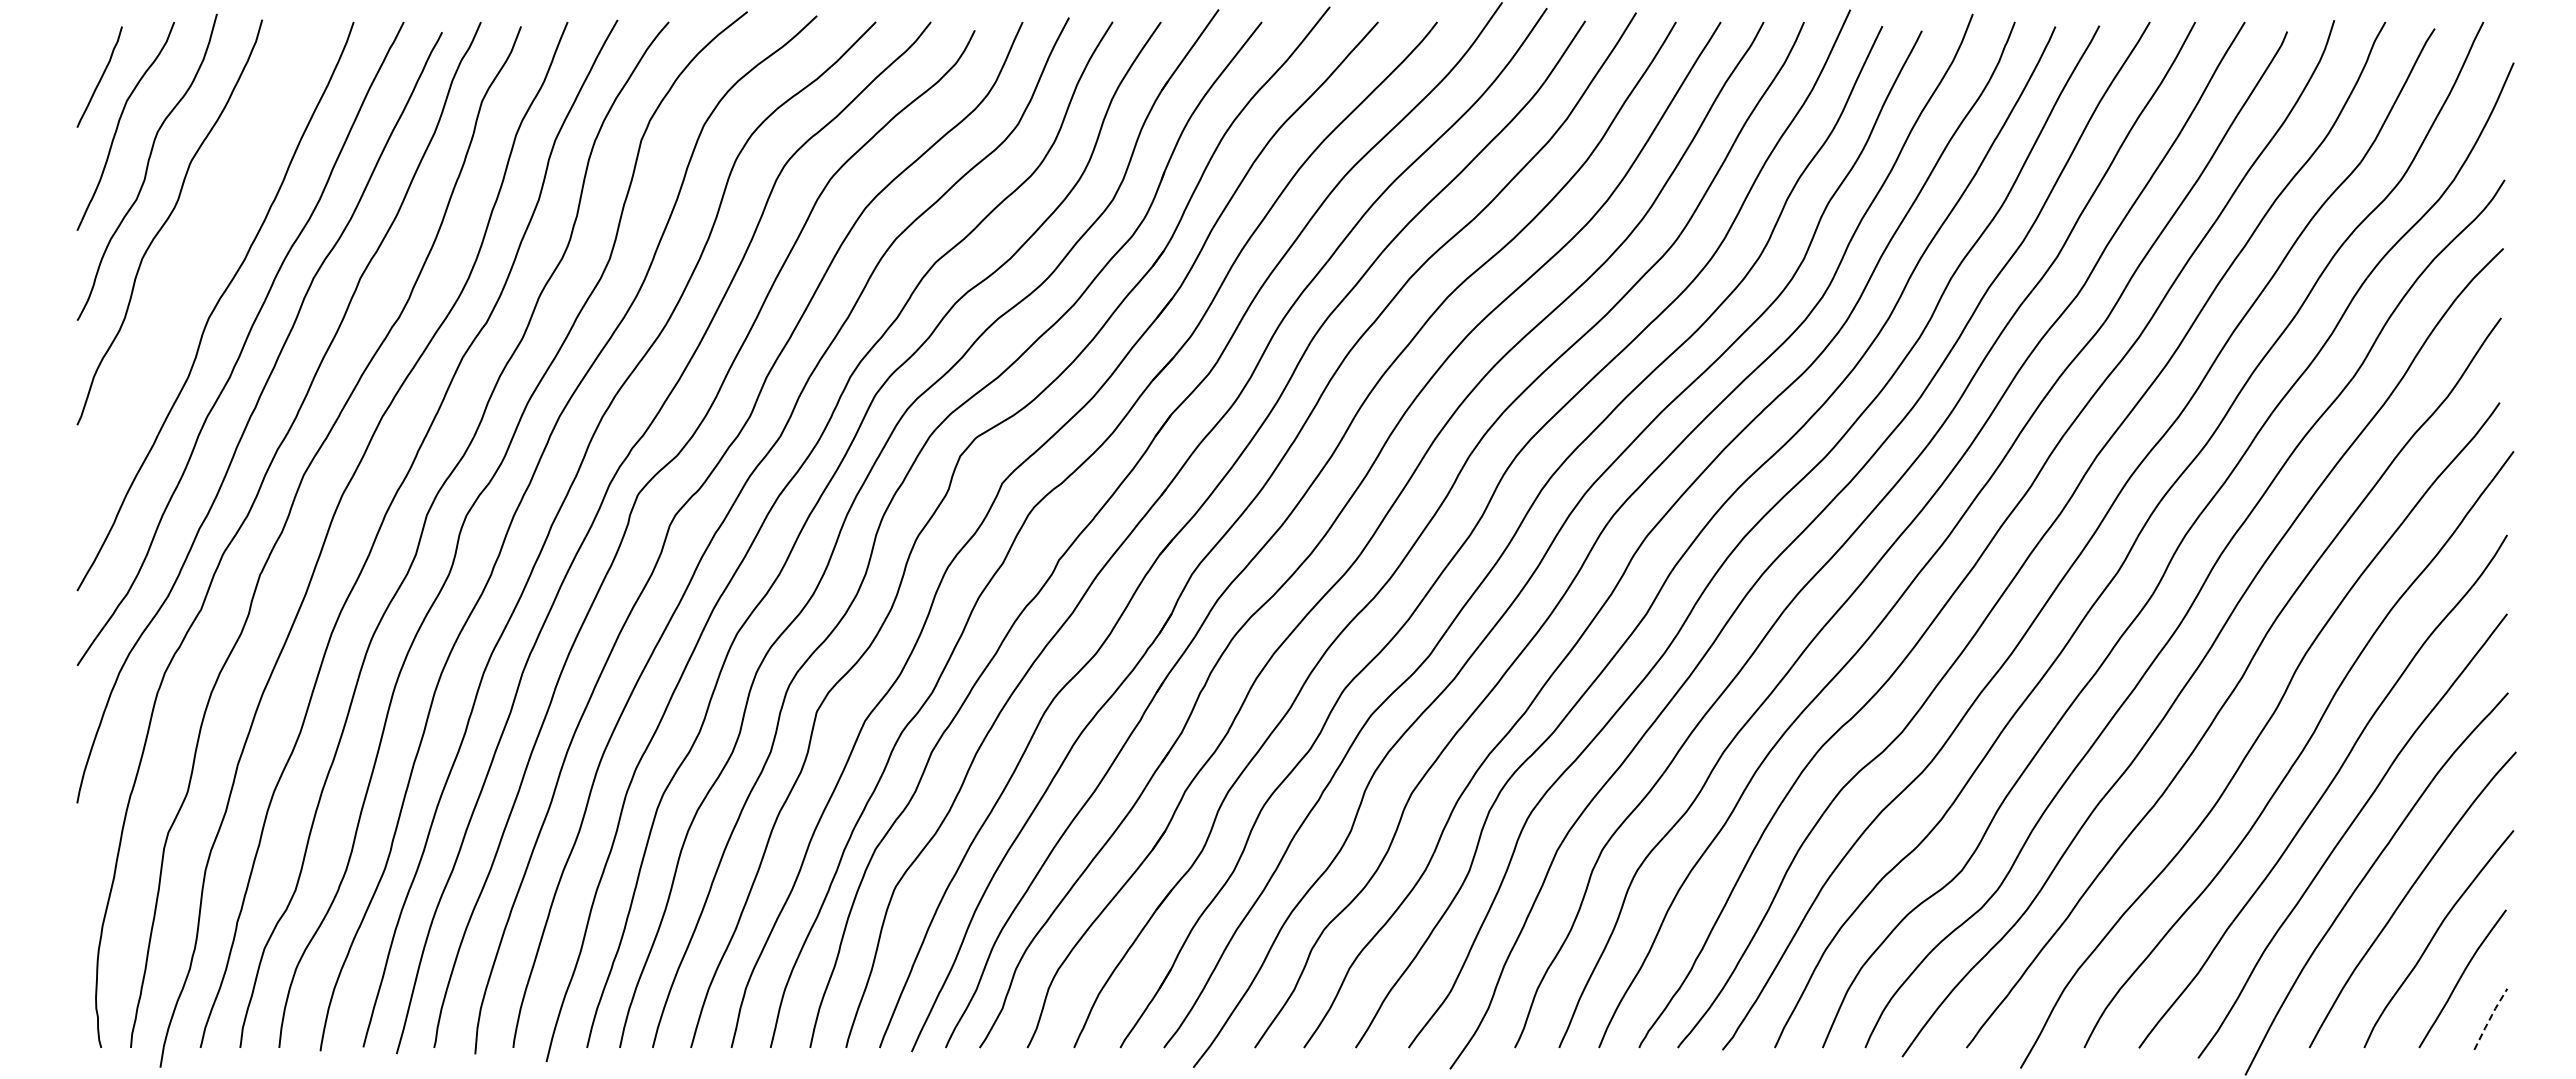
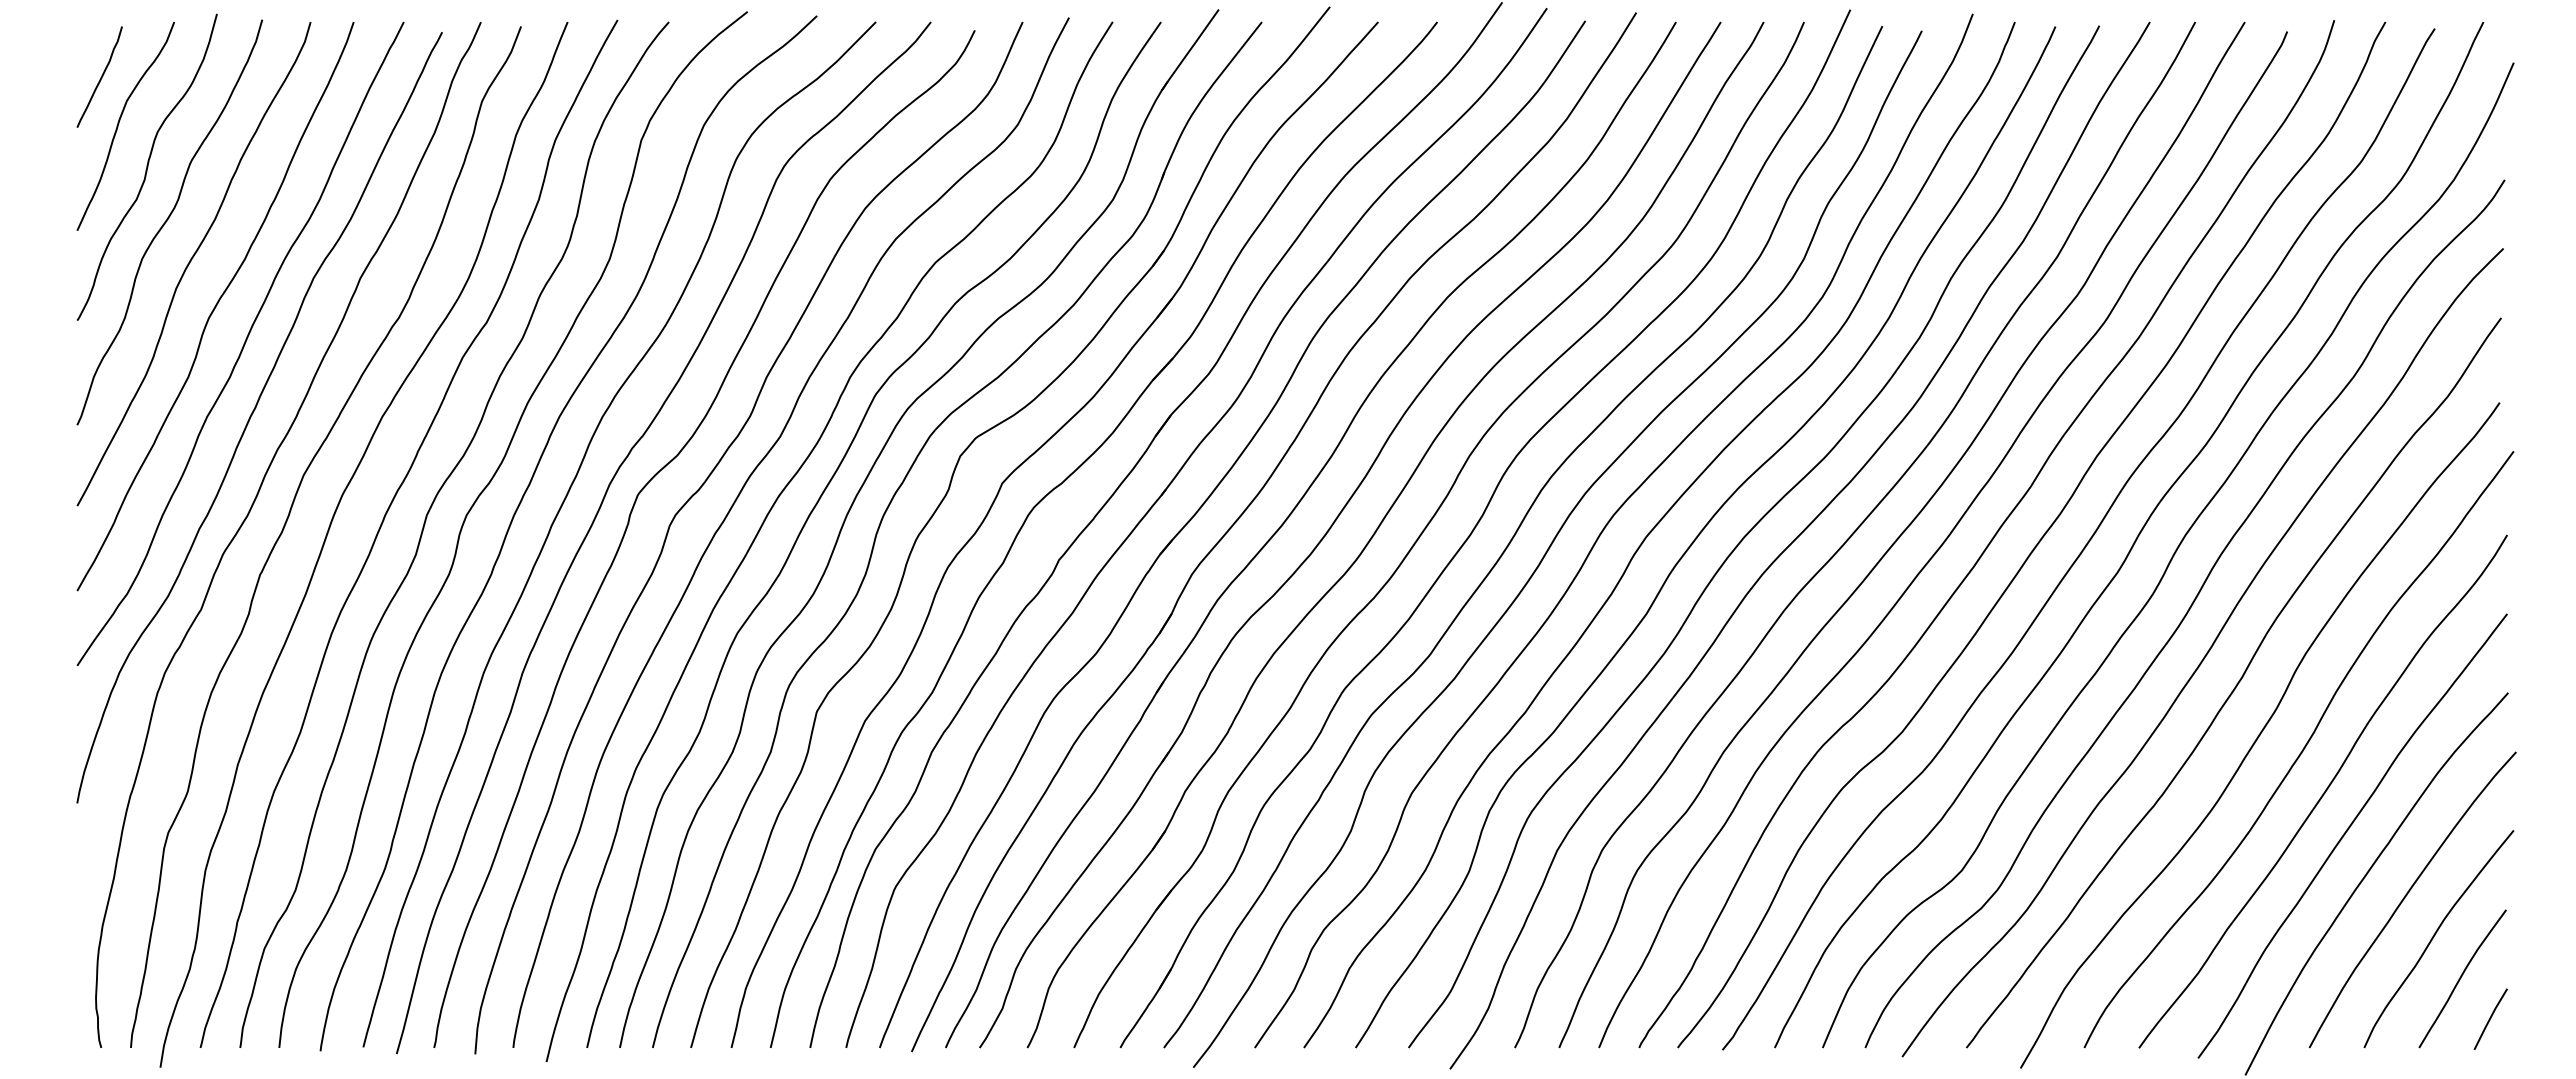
curve at (190, 263): none -> present
line at (2490, 1018): dashed -> solid
